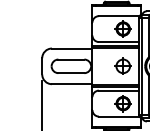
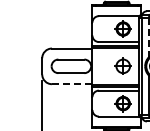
line at (149, 37): solid -> dashed
line at (71, 84): solid -> dashed
